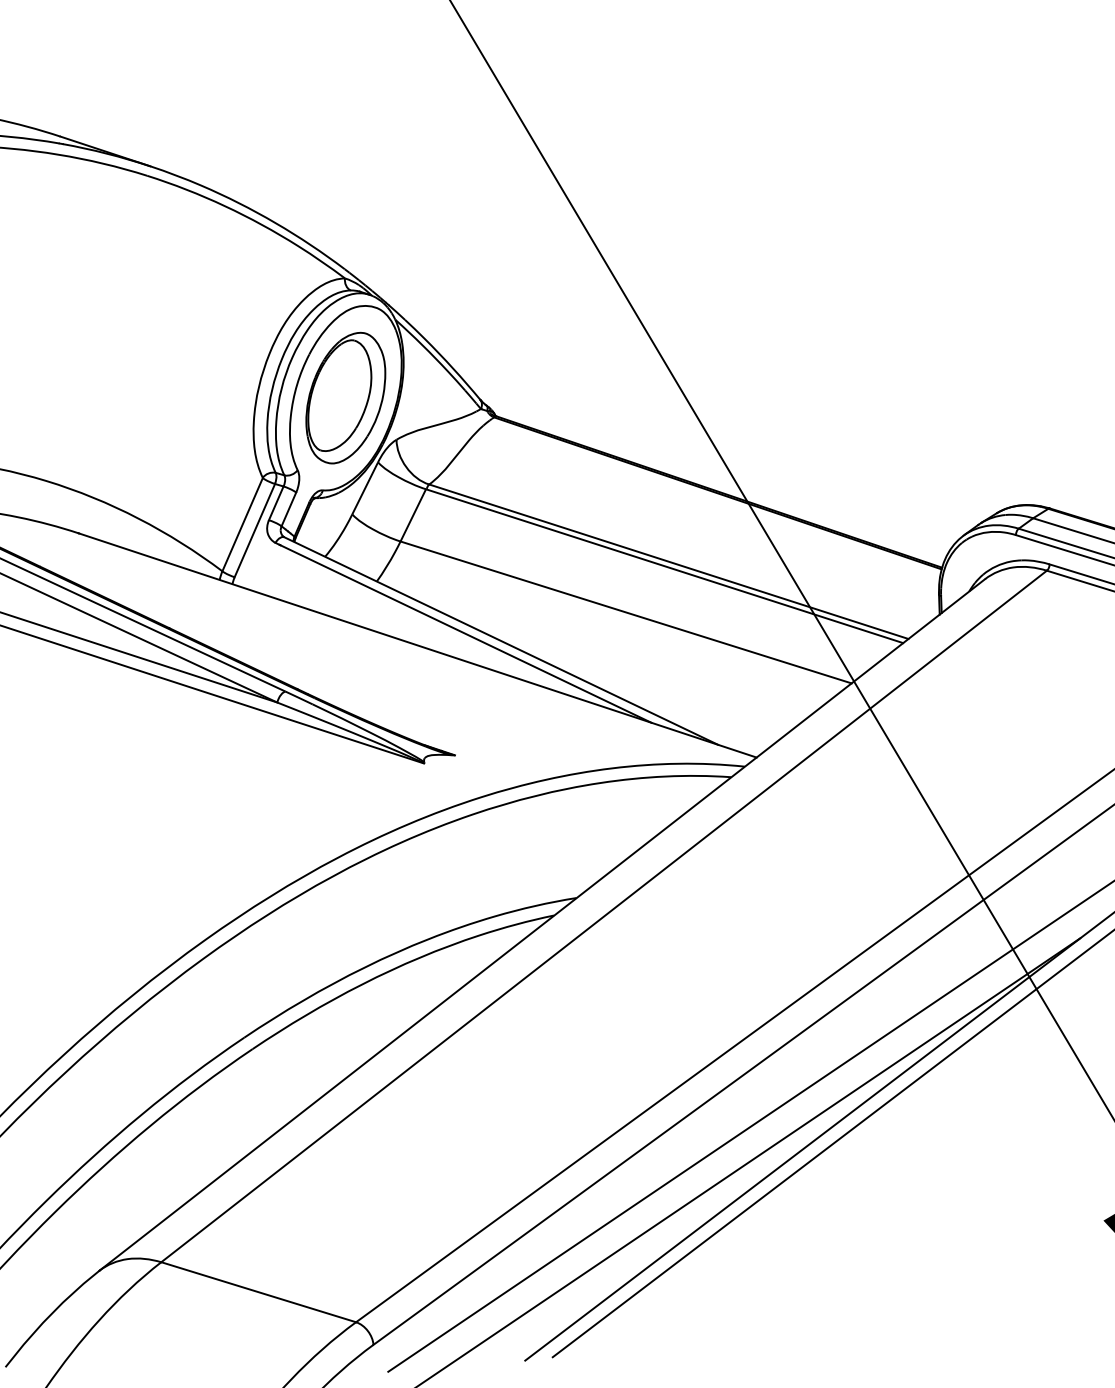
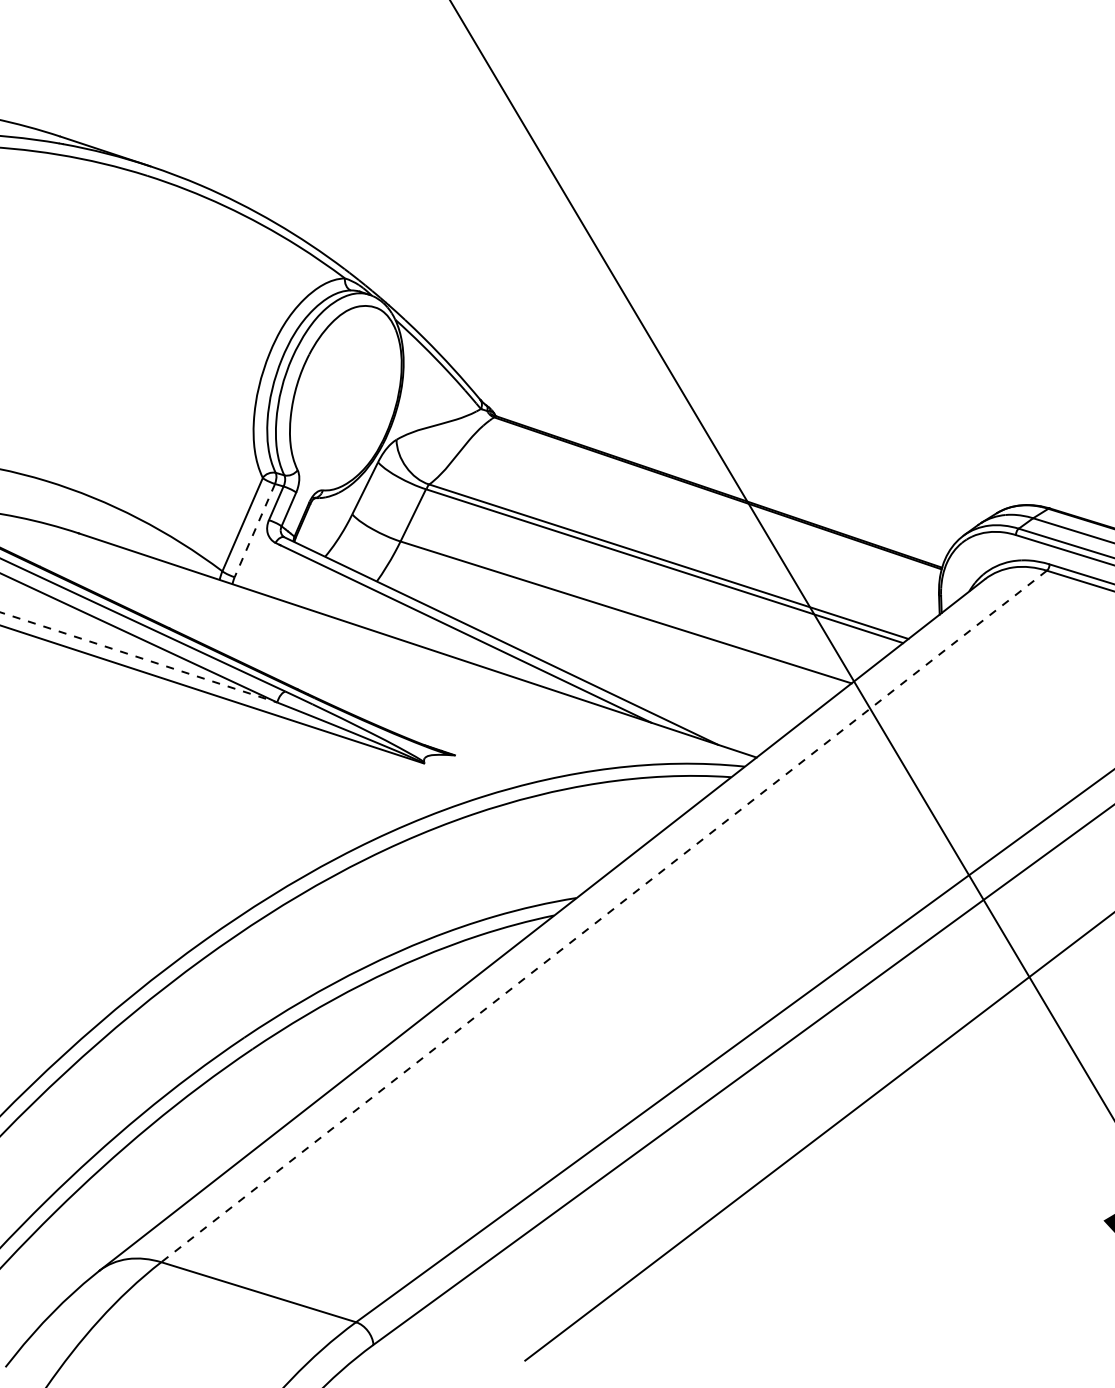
part at (345, 397): present -> none
line at (254, 530): solid -> dashed
line at (138, 657): solid -> dashed
line at (604, 916): solid -> dashed
line at (749, 1126): present -> none
line at (831, 1144): present -> none
line at (750, 1161): present -> none
